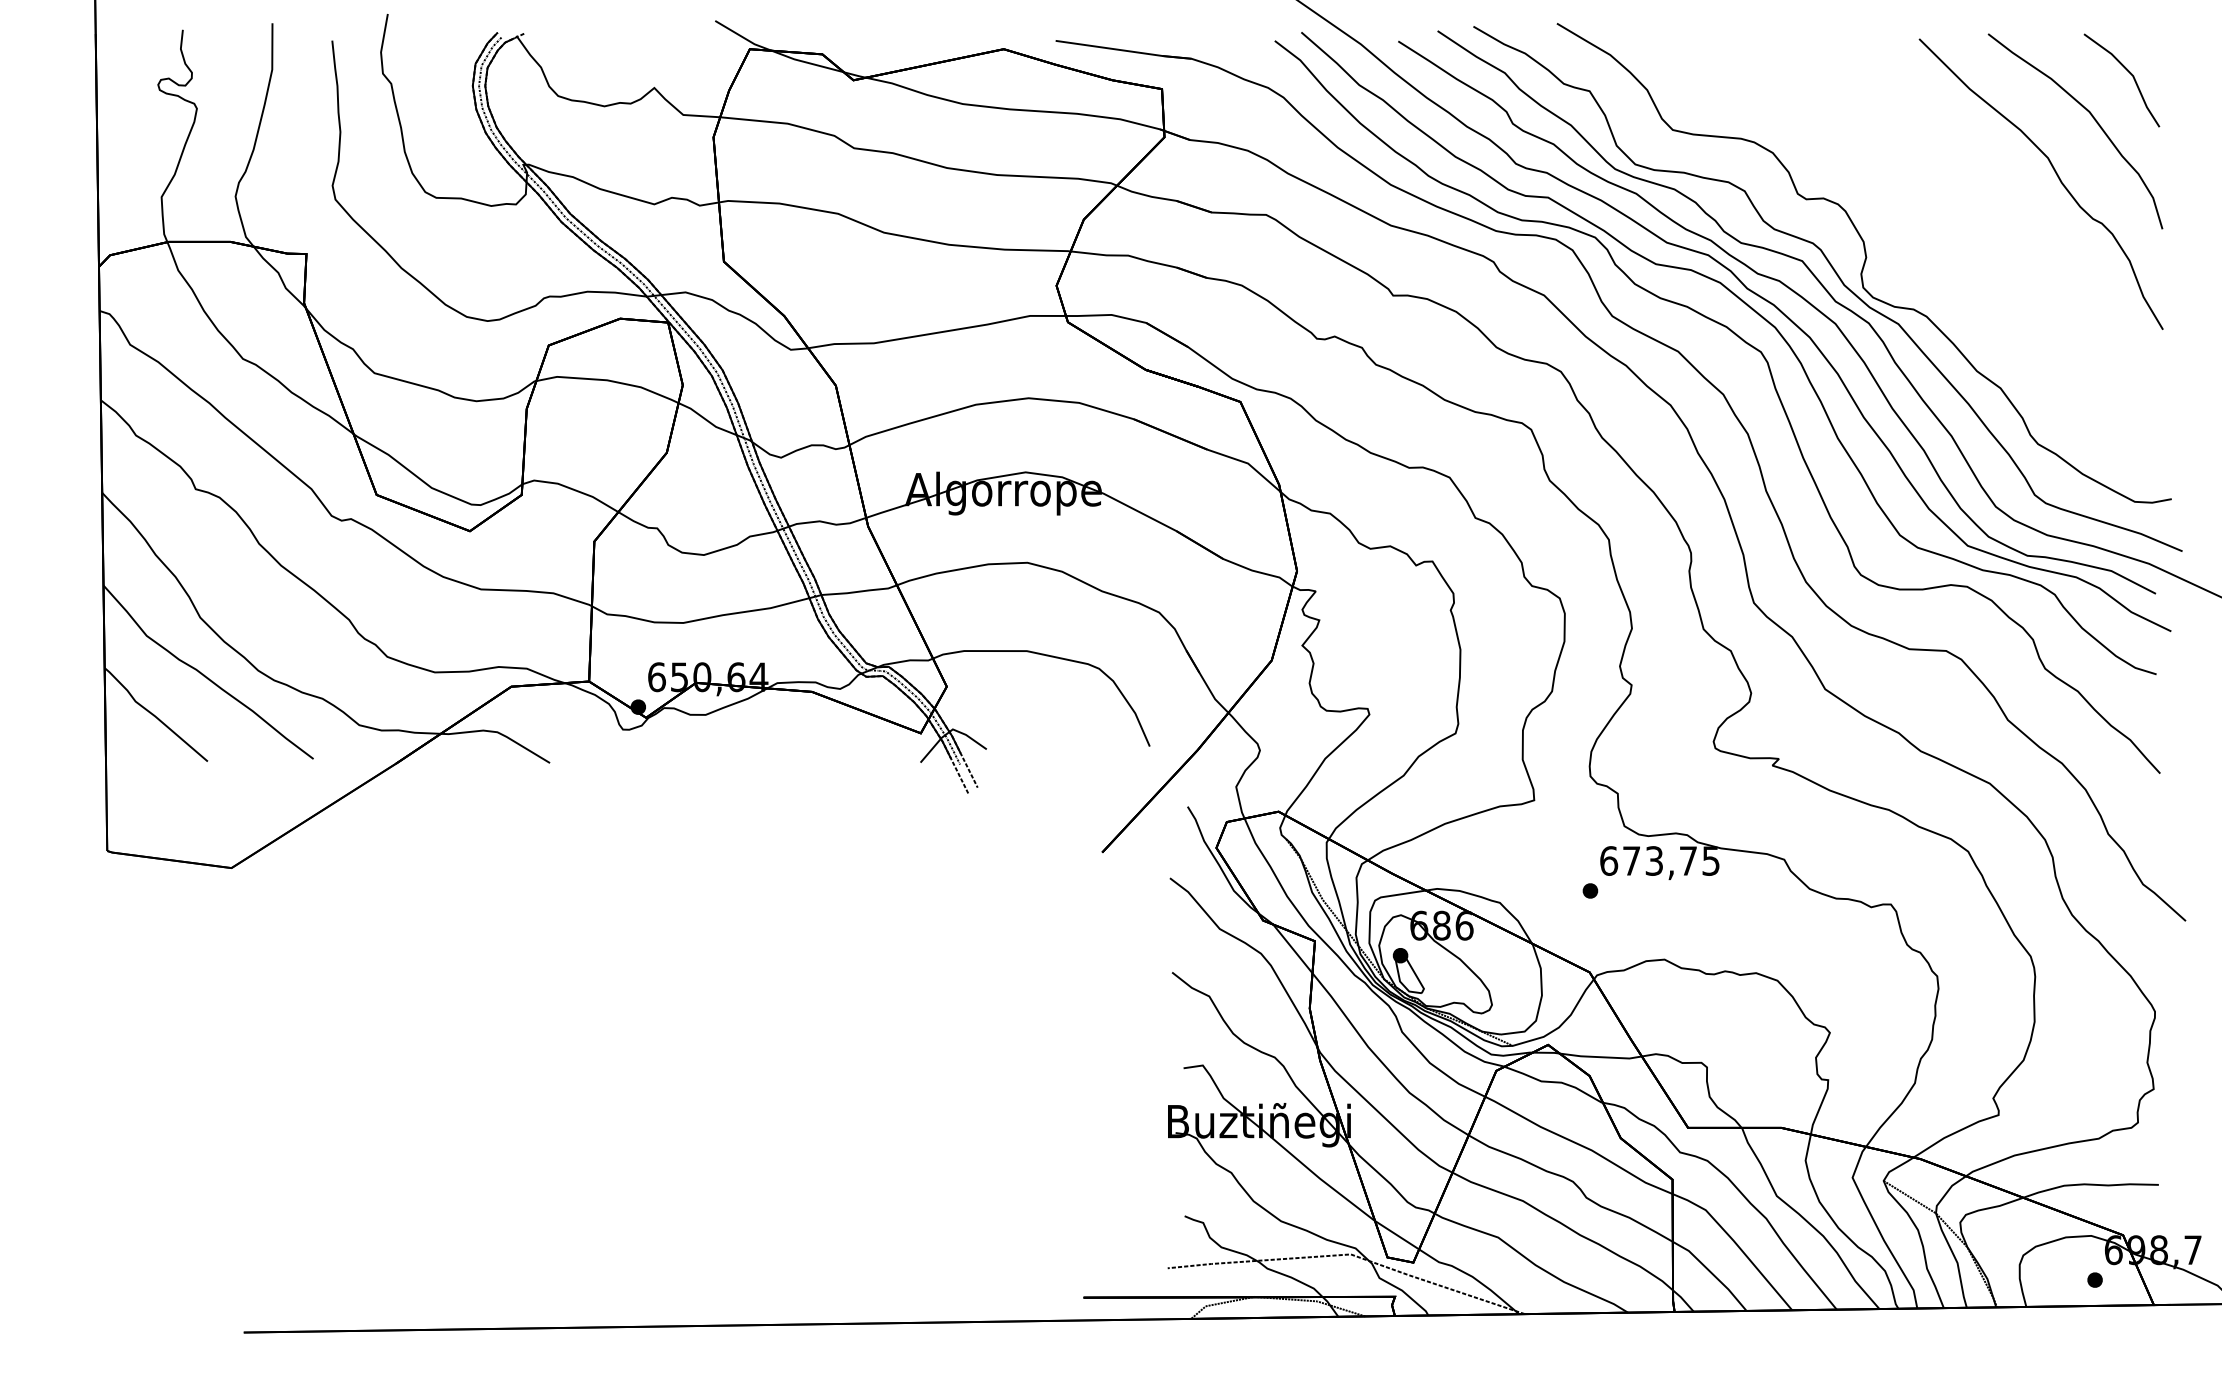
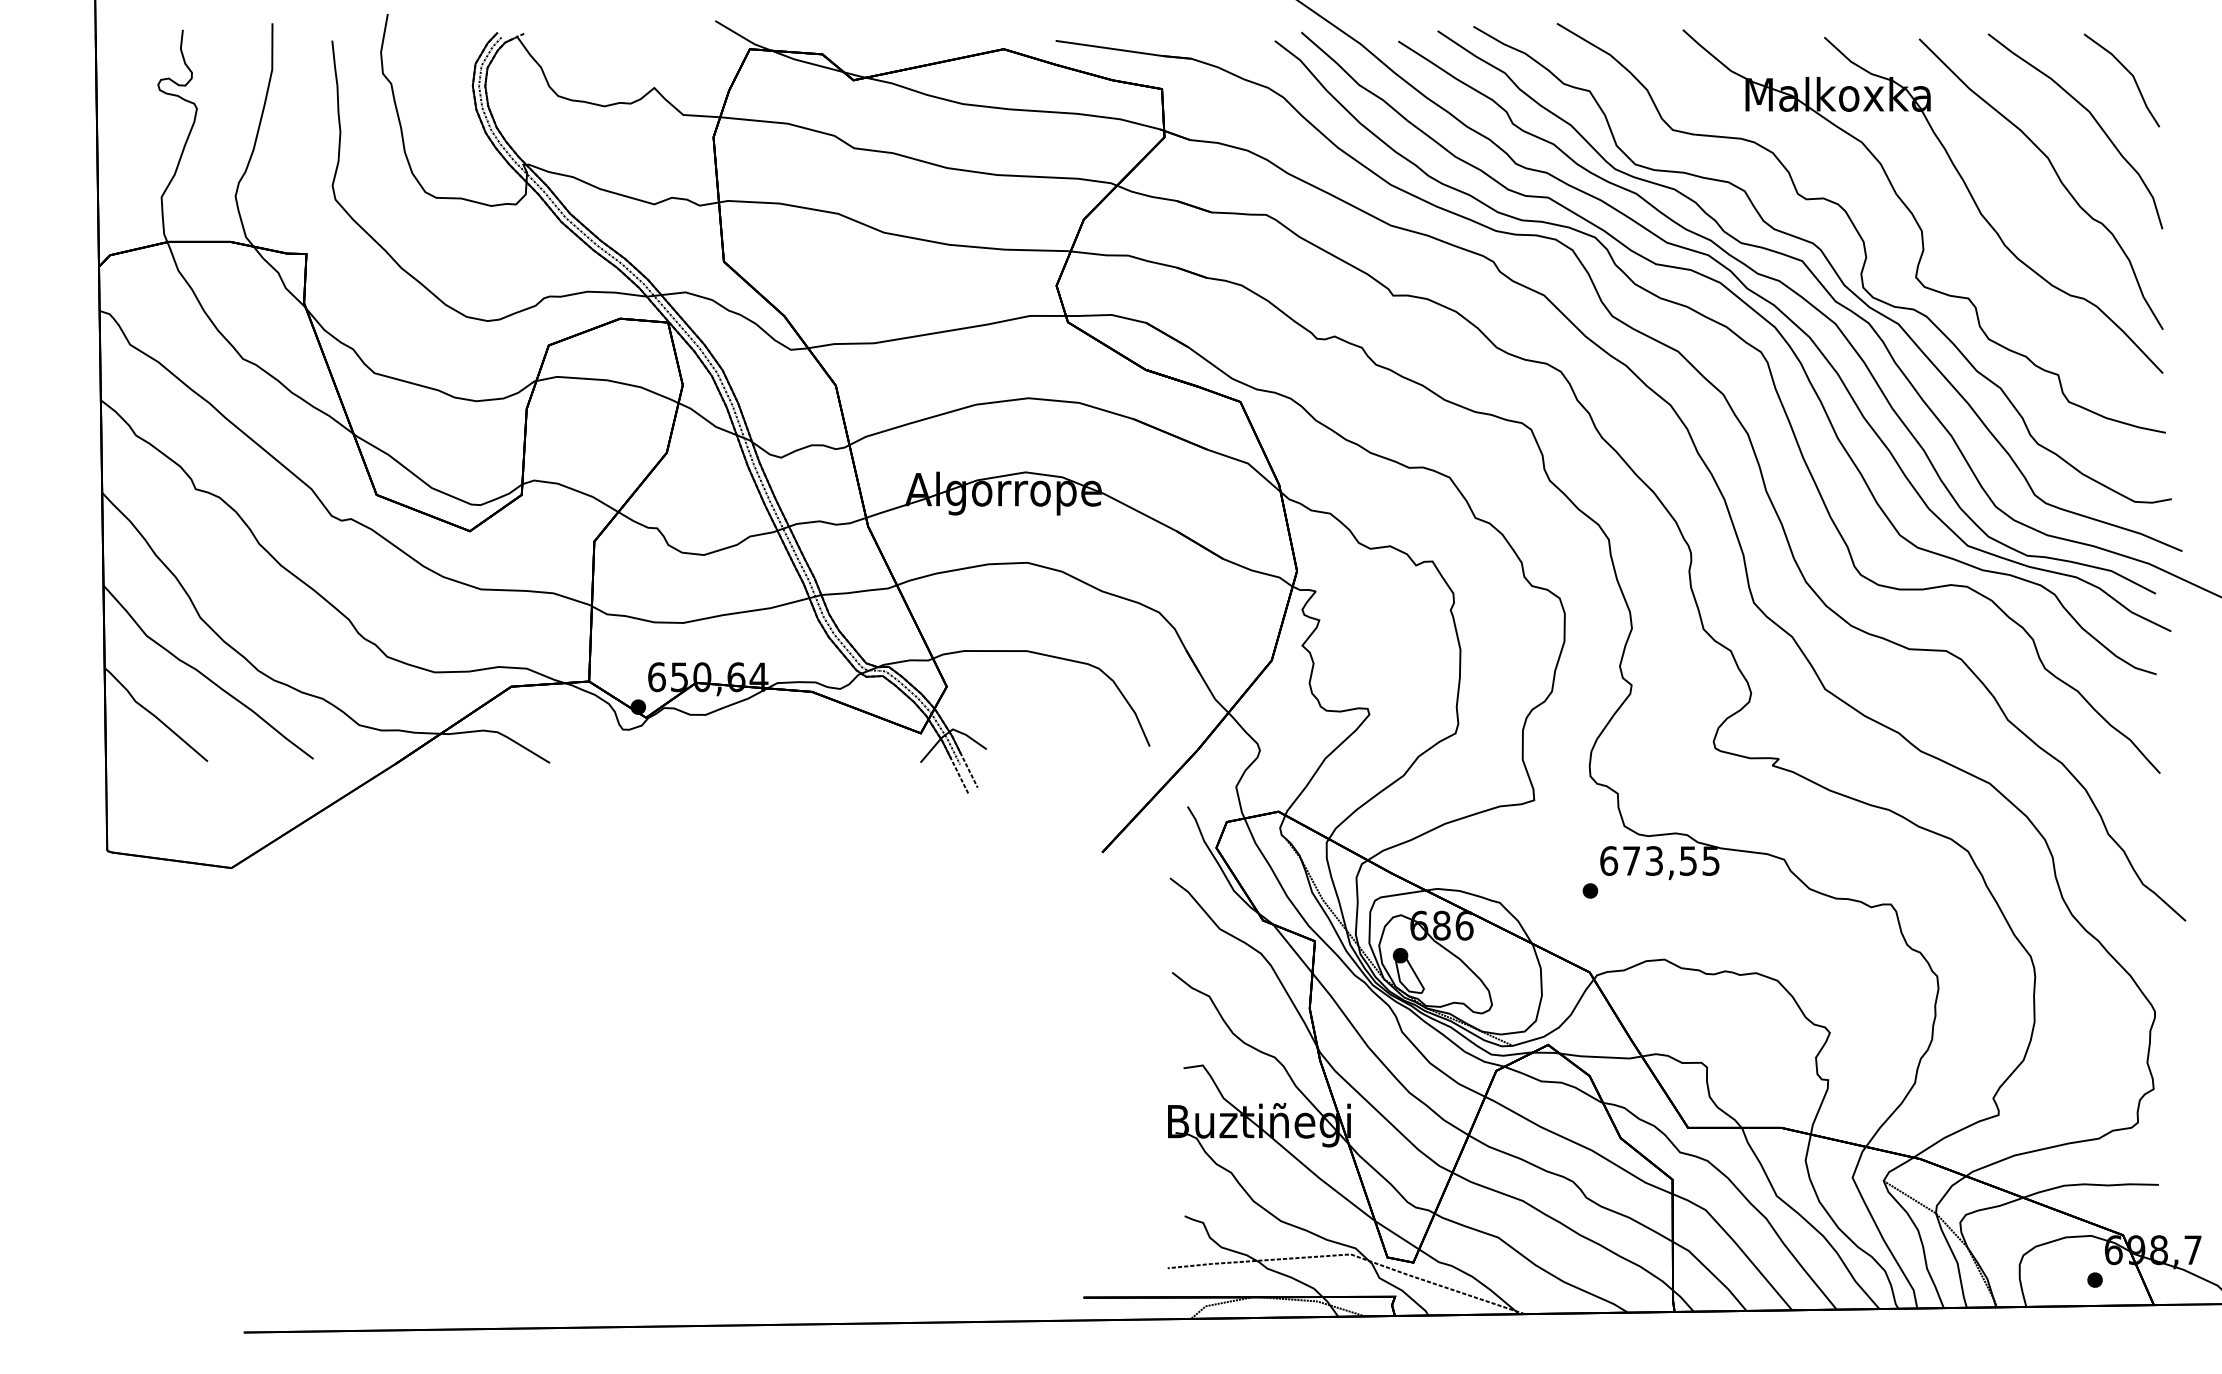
part at (1923, 231): none -> present
text at (1688, 860): 673,75 -> 673,55
